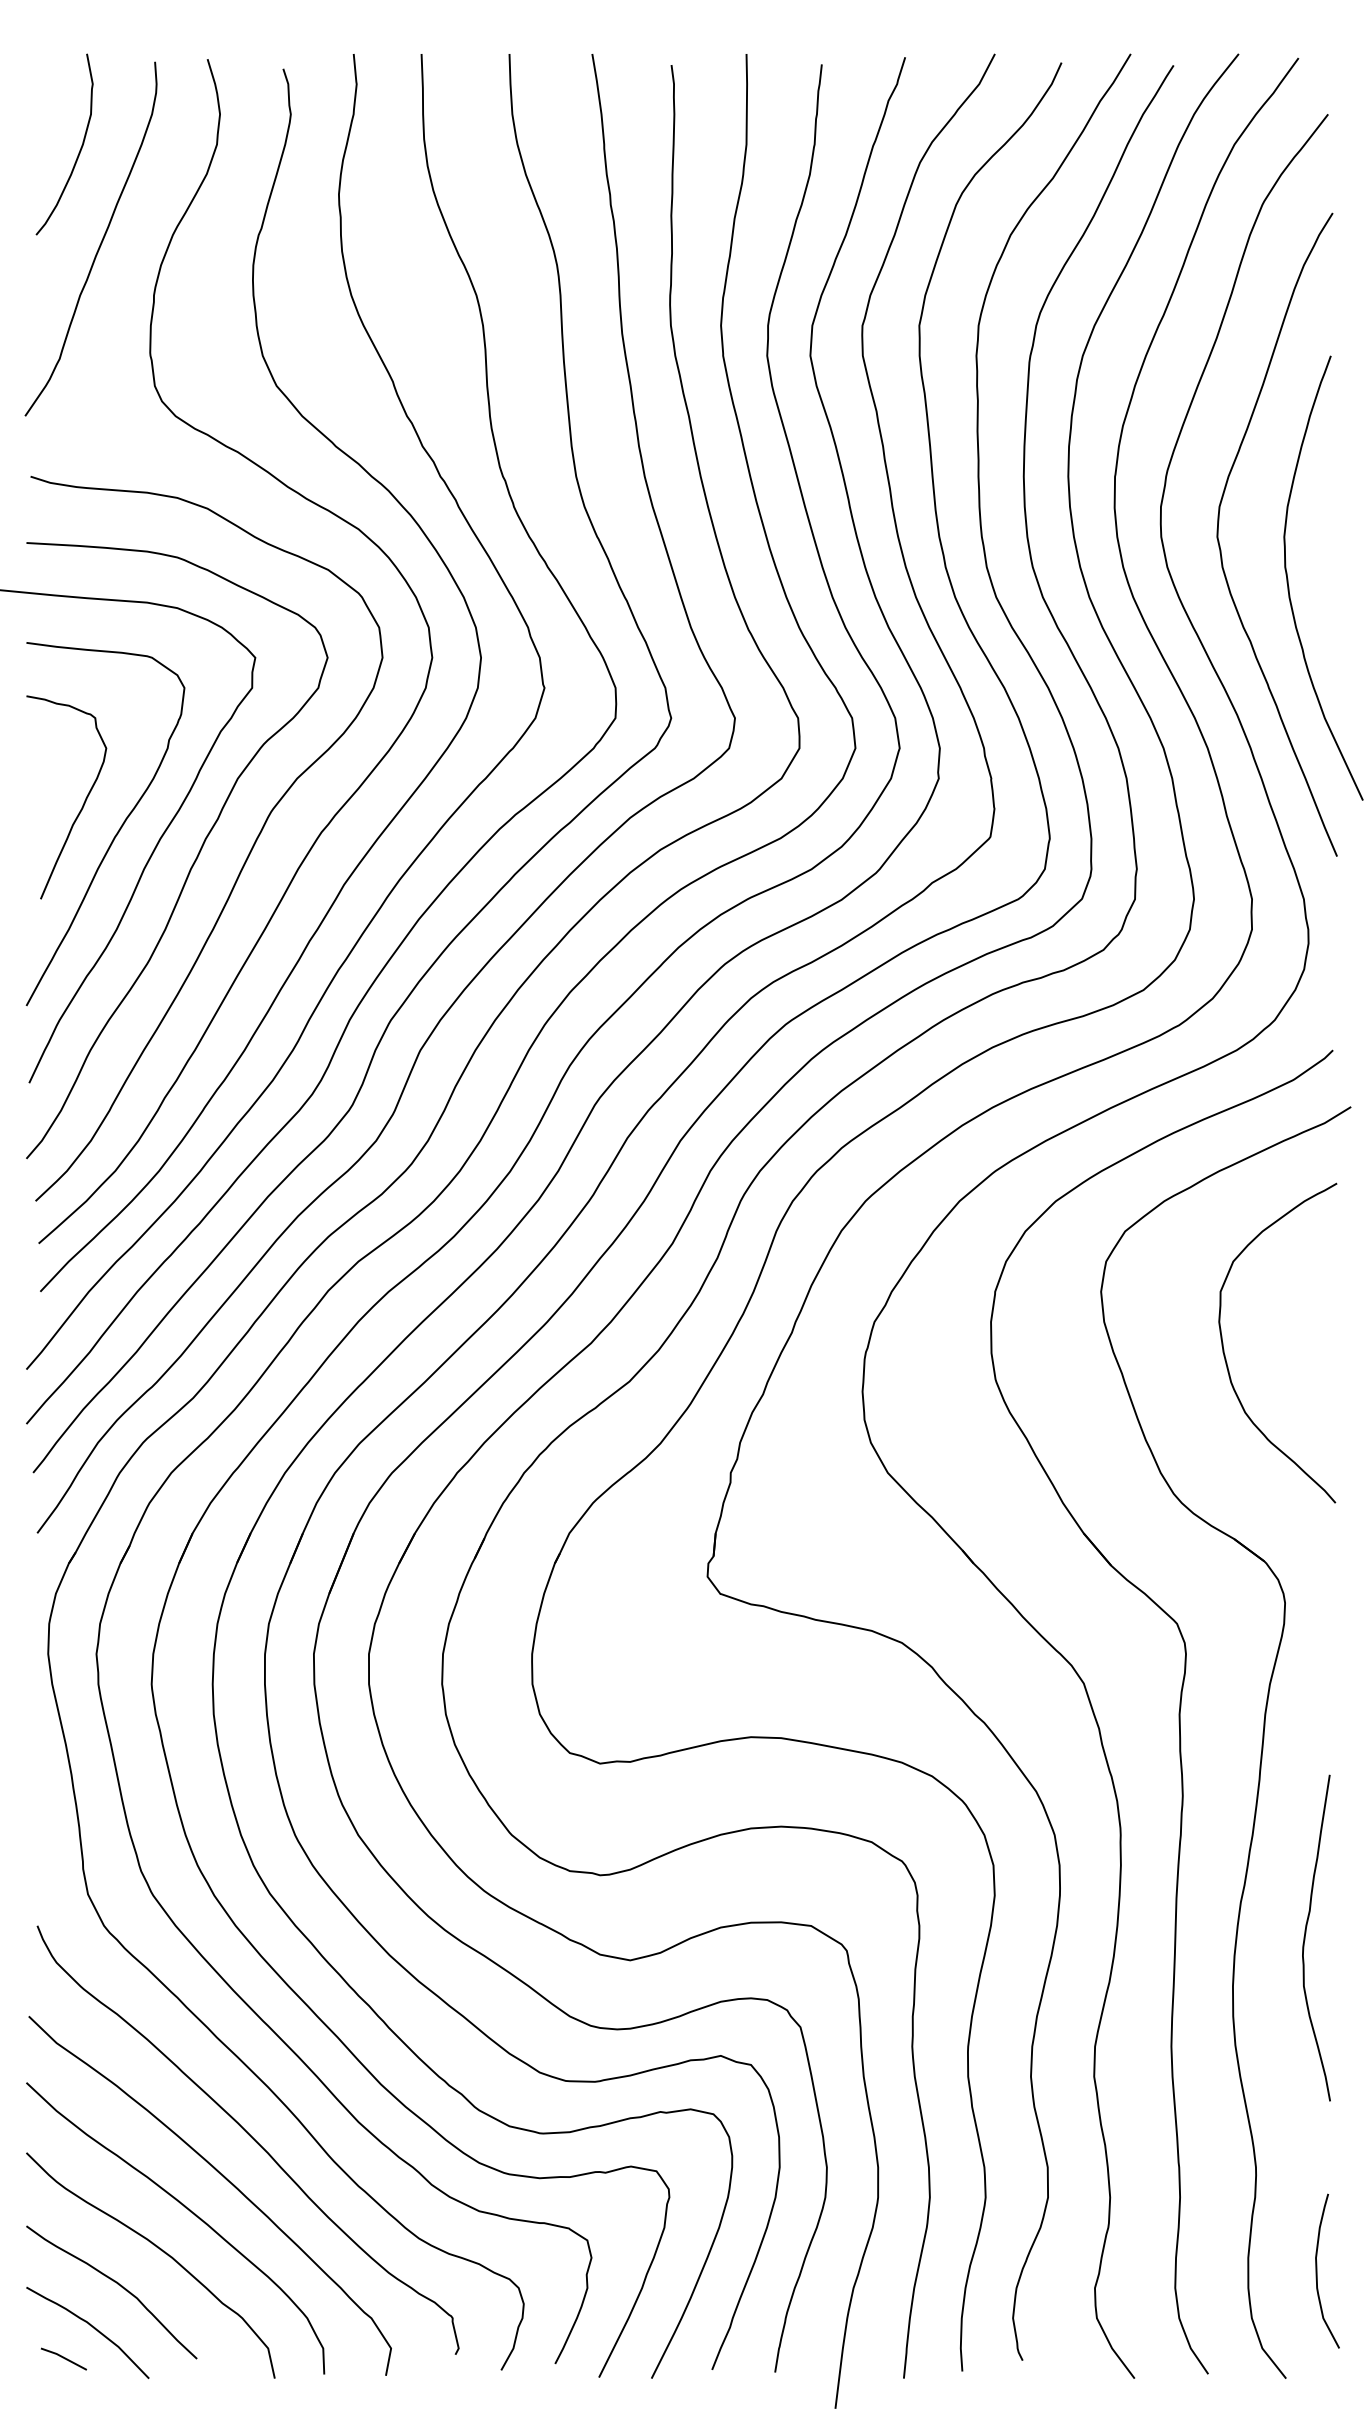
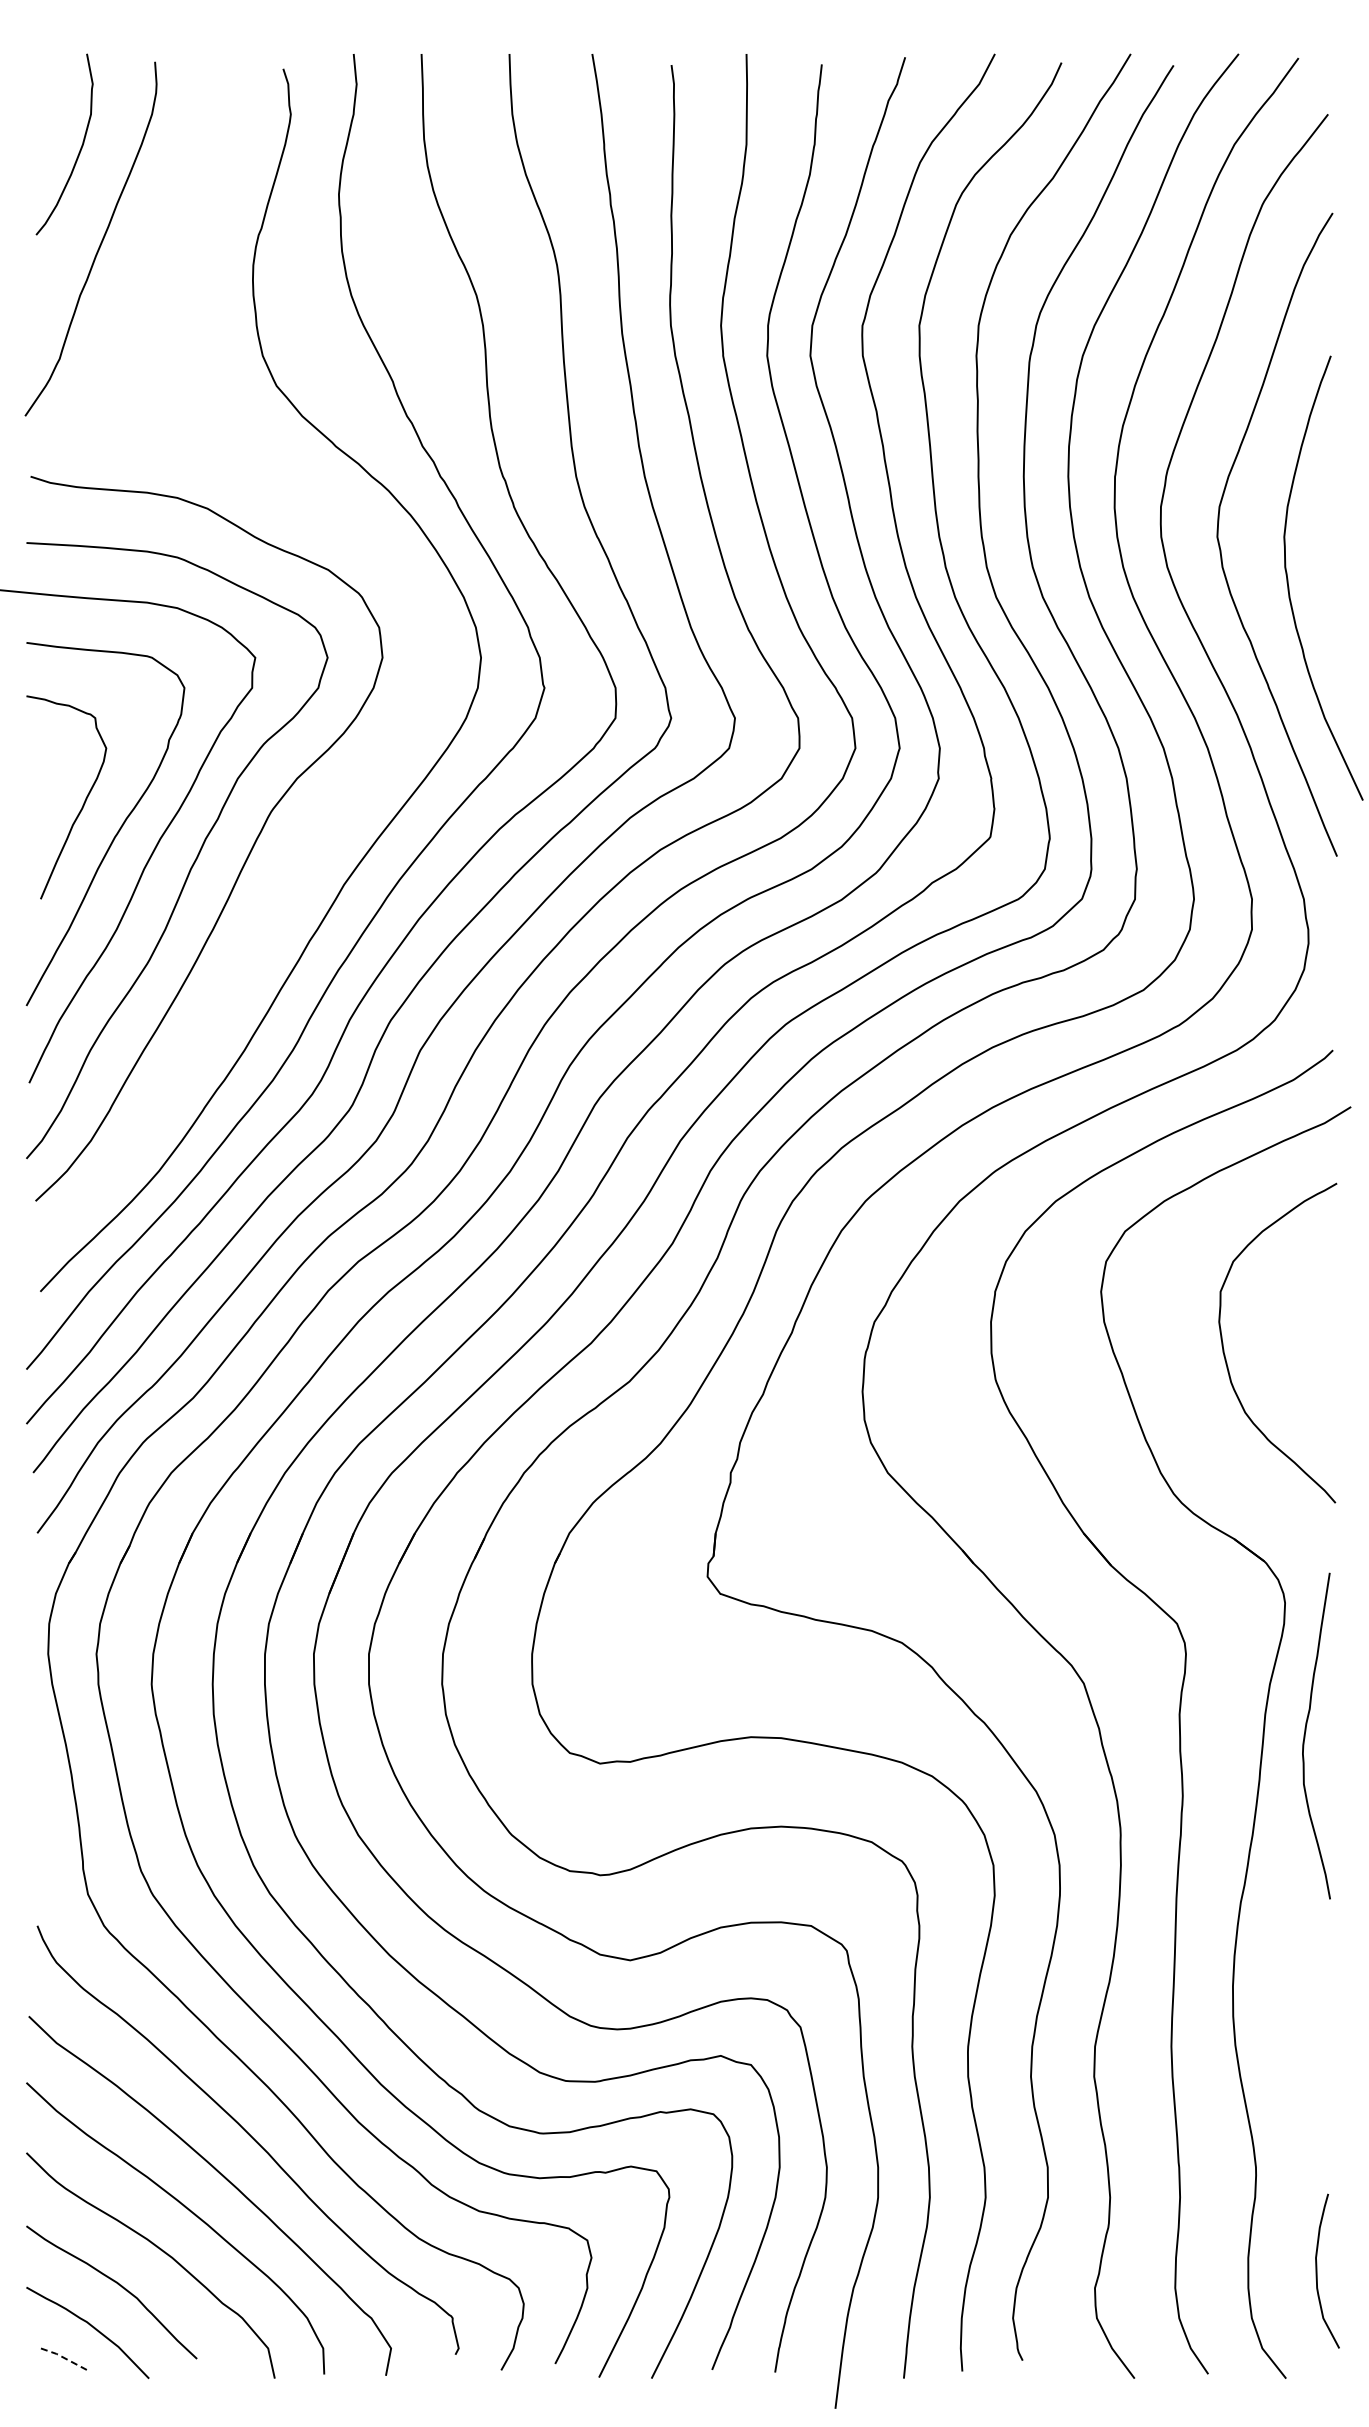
curve at (310, 502): present -> none
curve at (1306, 1933) position: (1306, 1933) -> (1306, 1731)
line at (64, 2358): solid -> dashed
